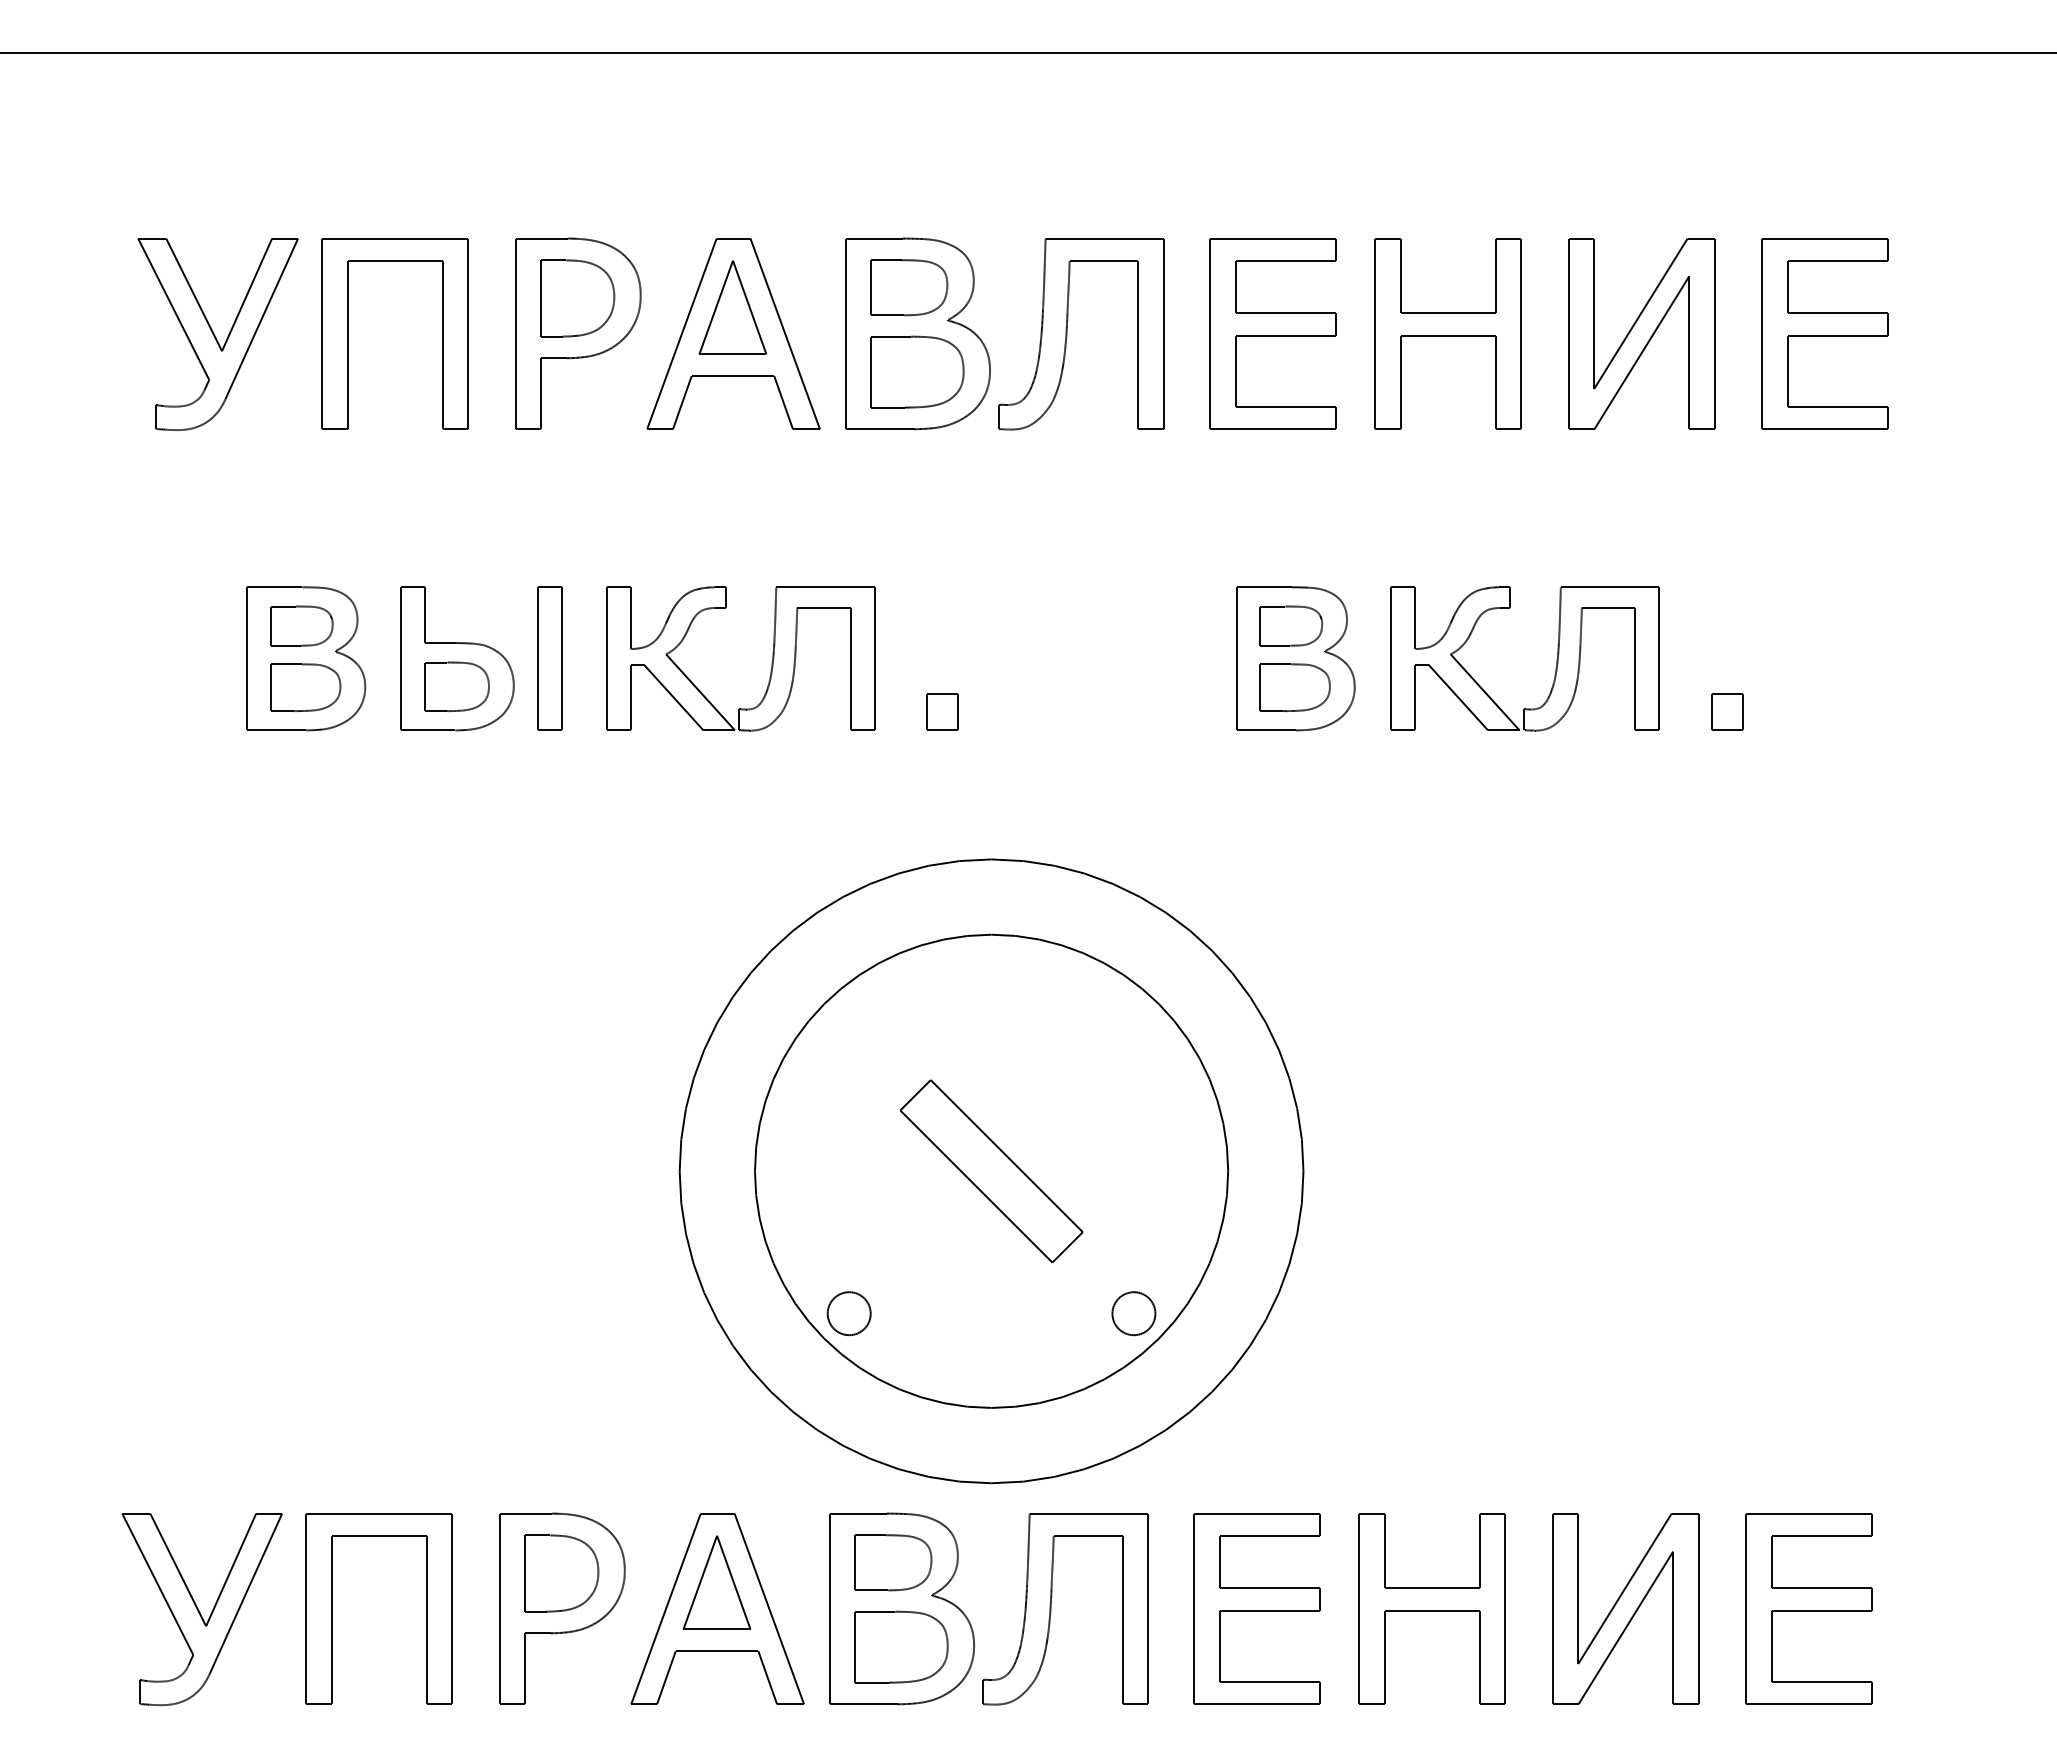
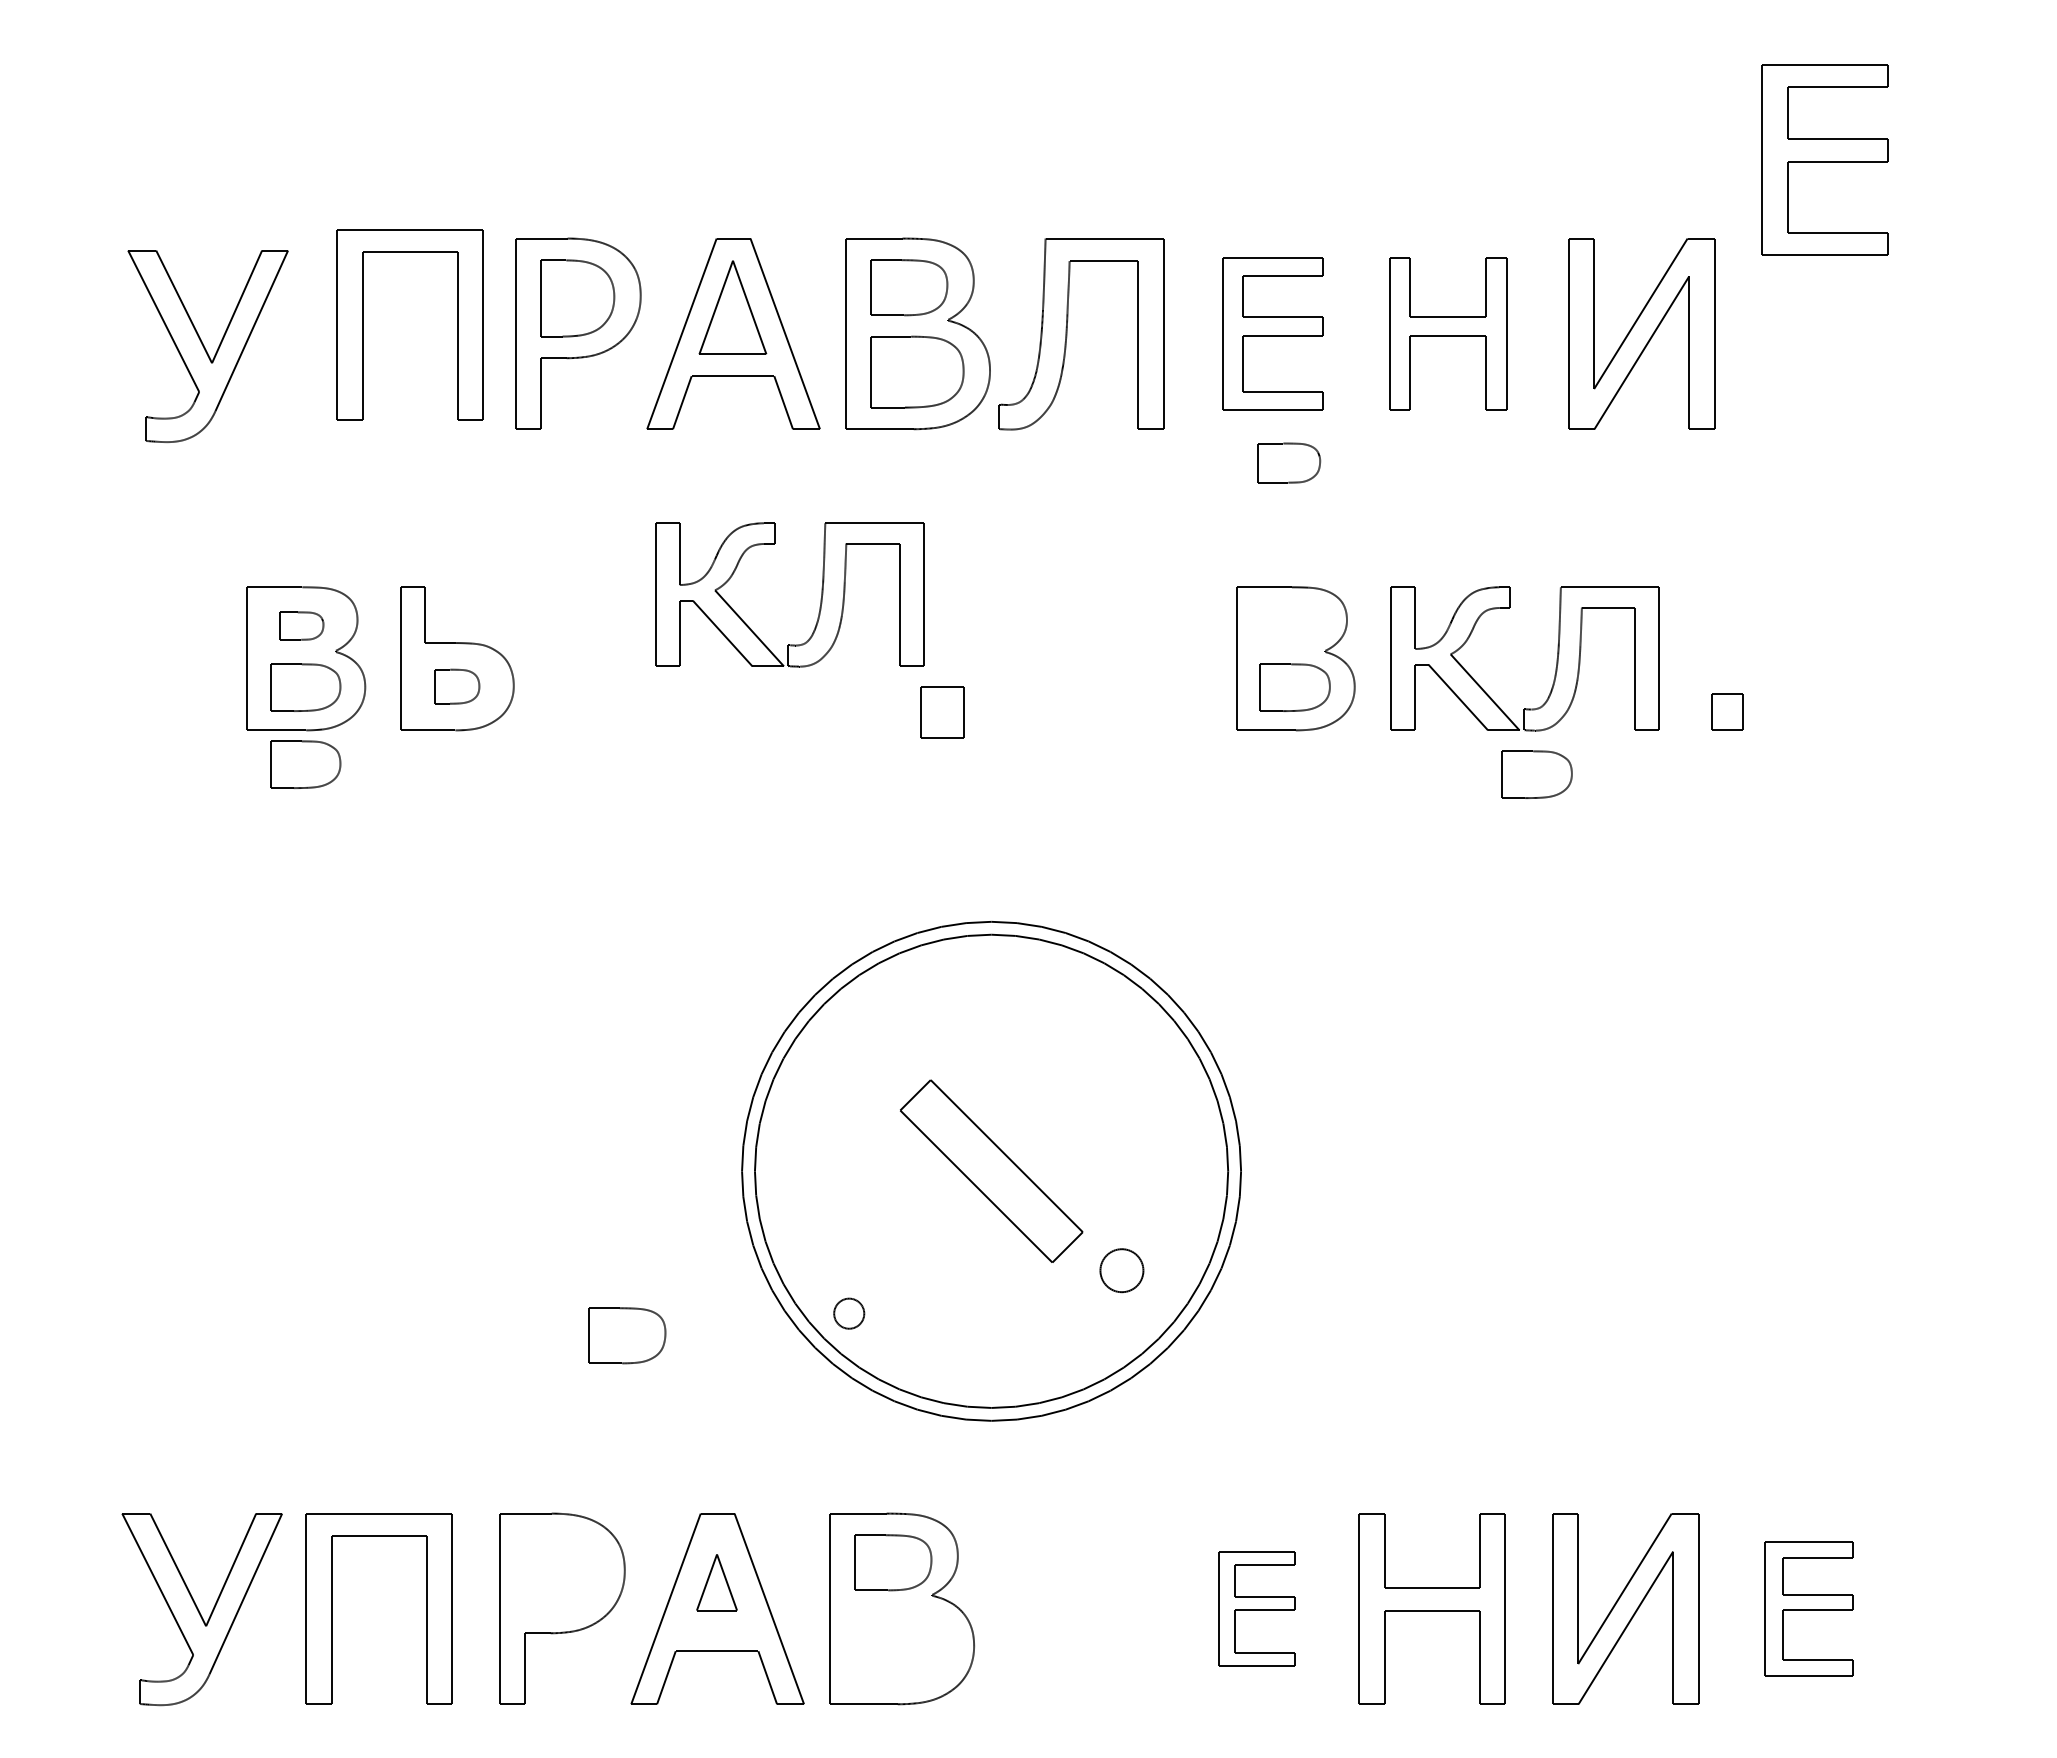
line at (1027, 52): present -> none
part at (348, 333) position: (348, 333) -> (363, 324)
part at (1272, 333) size: 128x192 px -> 102x154 px
part at (1447, 333) size: 148x192 px -> 119x154 px
part at (1824, 333) position: (1824, 333) -> (1824, 159)
part at (217, 334) position: (217, 334) -> (207, 346)
part at (301, 625) size: 64x42 px -> 46x30 px
part at (1291, 625) position: (1291, 625) -> (1289, 462)
part at (549, 658): present -> none
part at (771, 662) position: (771, 662) -> (820, 598)
part at (456, 686) size: 66x51 px -> 47x37 px
part at (942, 711) size: 33x38 px -> 45x53 px
part at (305, 764): none -> present
part at (1536, 774): none -> present
circle at (991, 1171) diameter: 624 px -> 499 px
circle at (848, 1313) diameter: 43 px -> 30 px
circle at (1133, 1313) position: (1133, 1313) -> (1121, 1270)
part at (627, 1335): none -> present
part at (561, 1573): present -> none
part at (716, 1582) size: 70x95 px -> 42x58 px
part at (1256, 1608) size: 128x192 px -> 78x116 px
part at (1808, 1608) size: 128x192 px -> 90x136 px
part at (1051, 1609): present -> none
part at (901, 1646): present -> none
